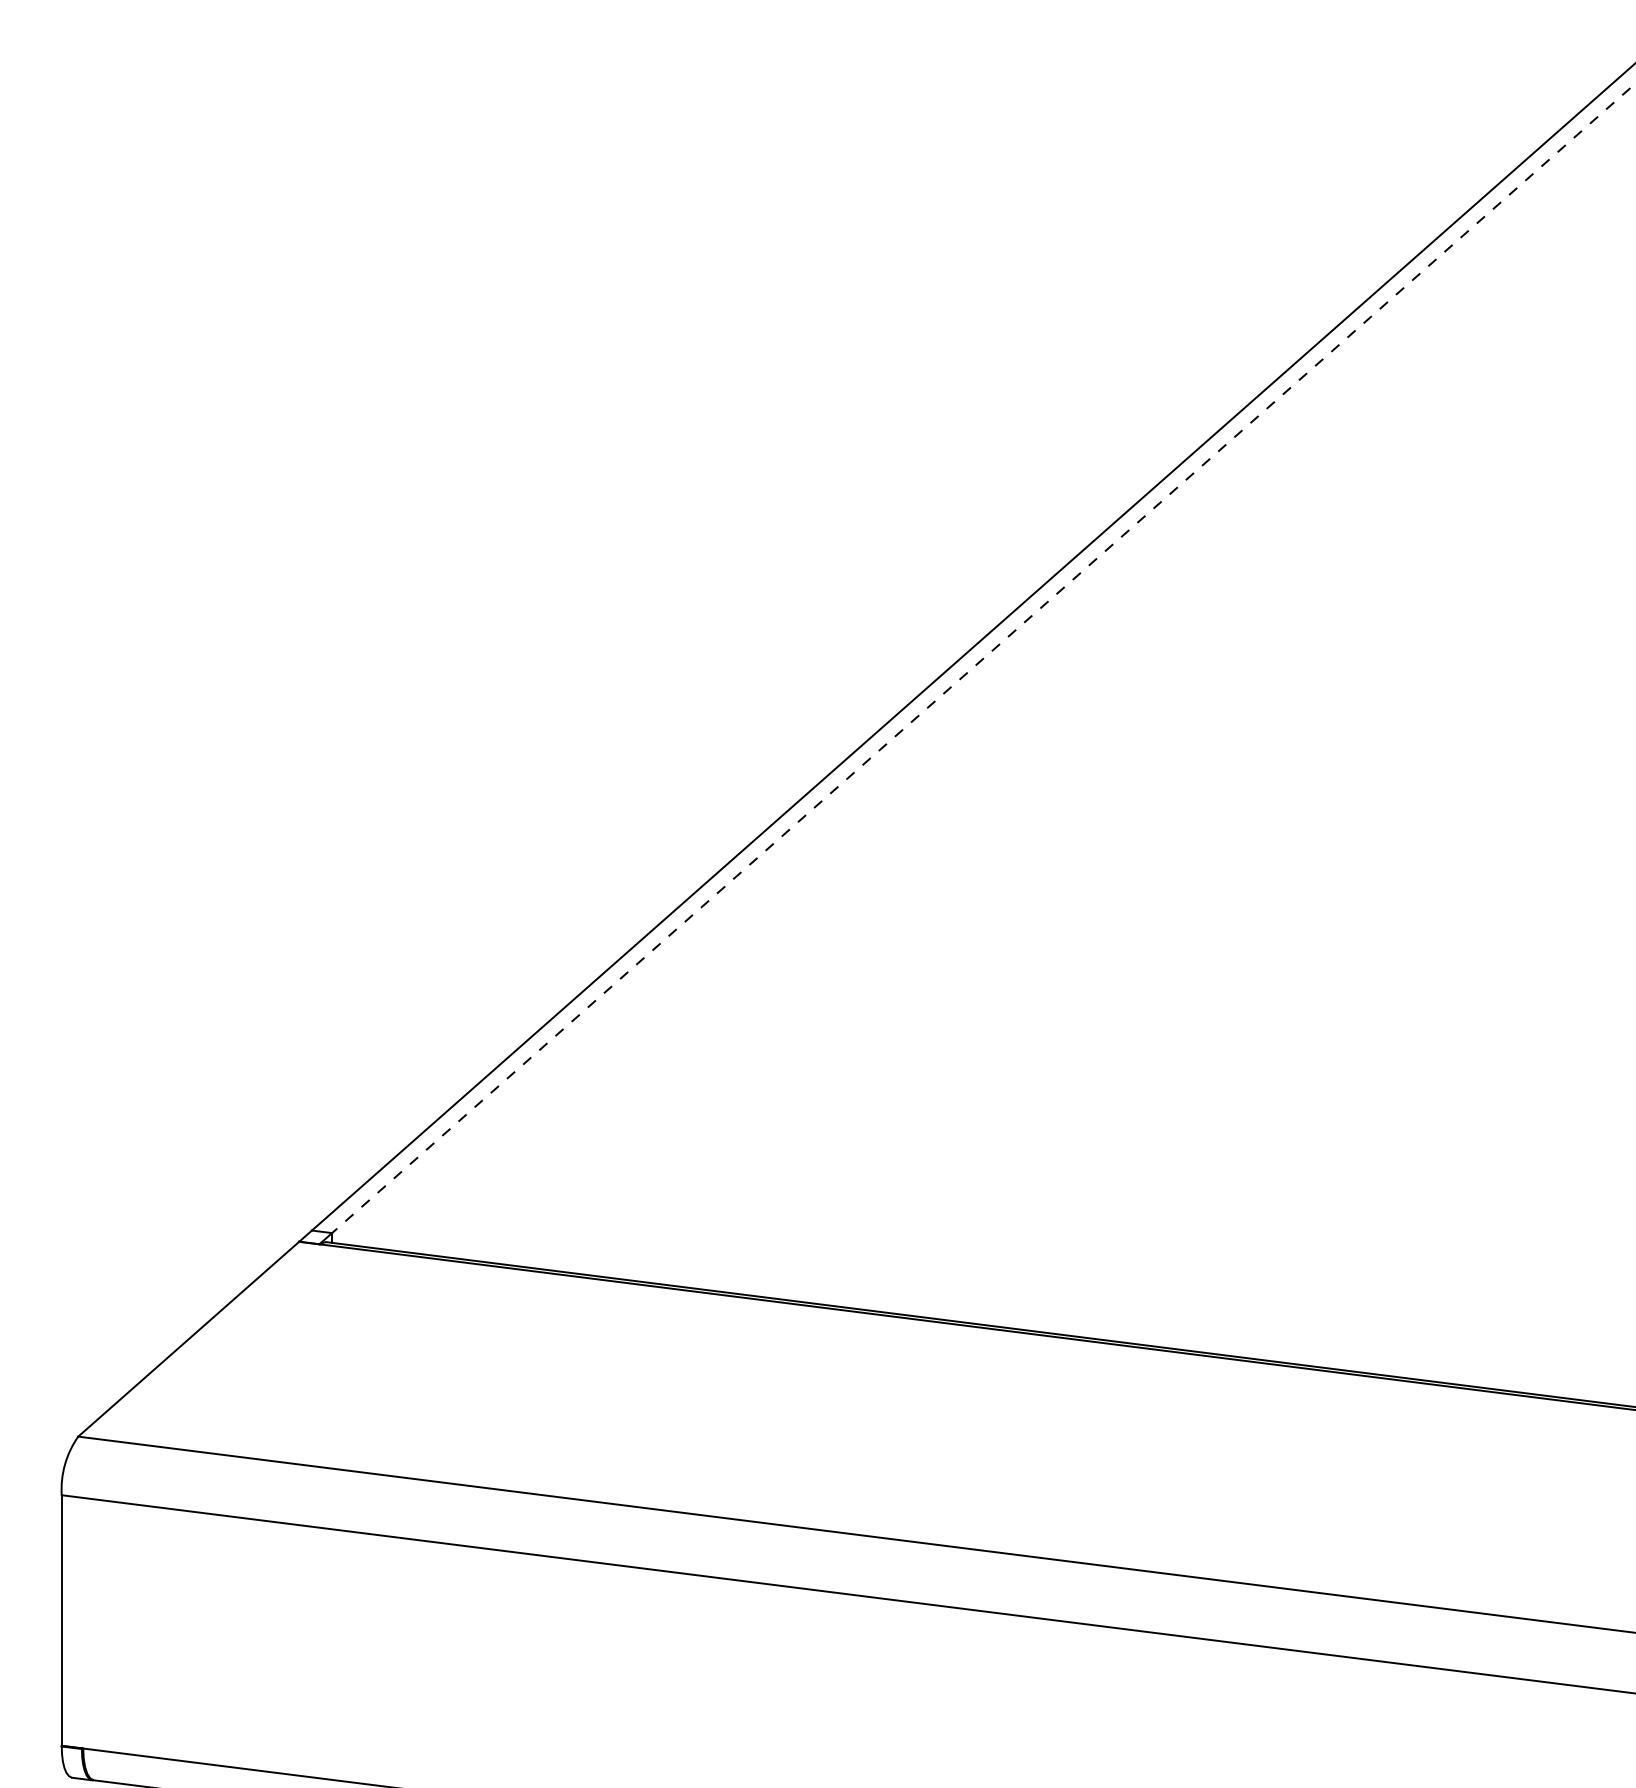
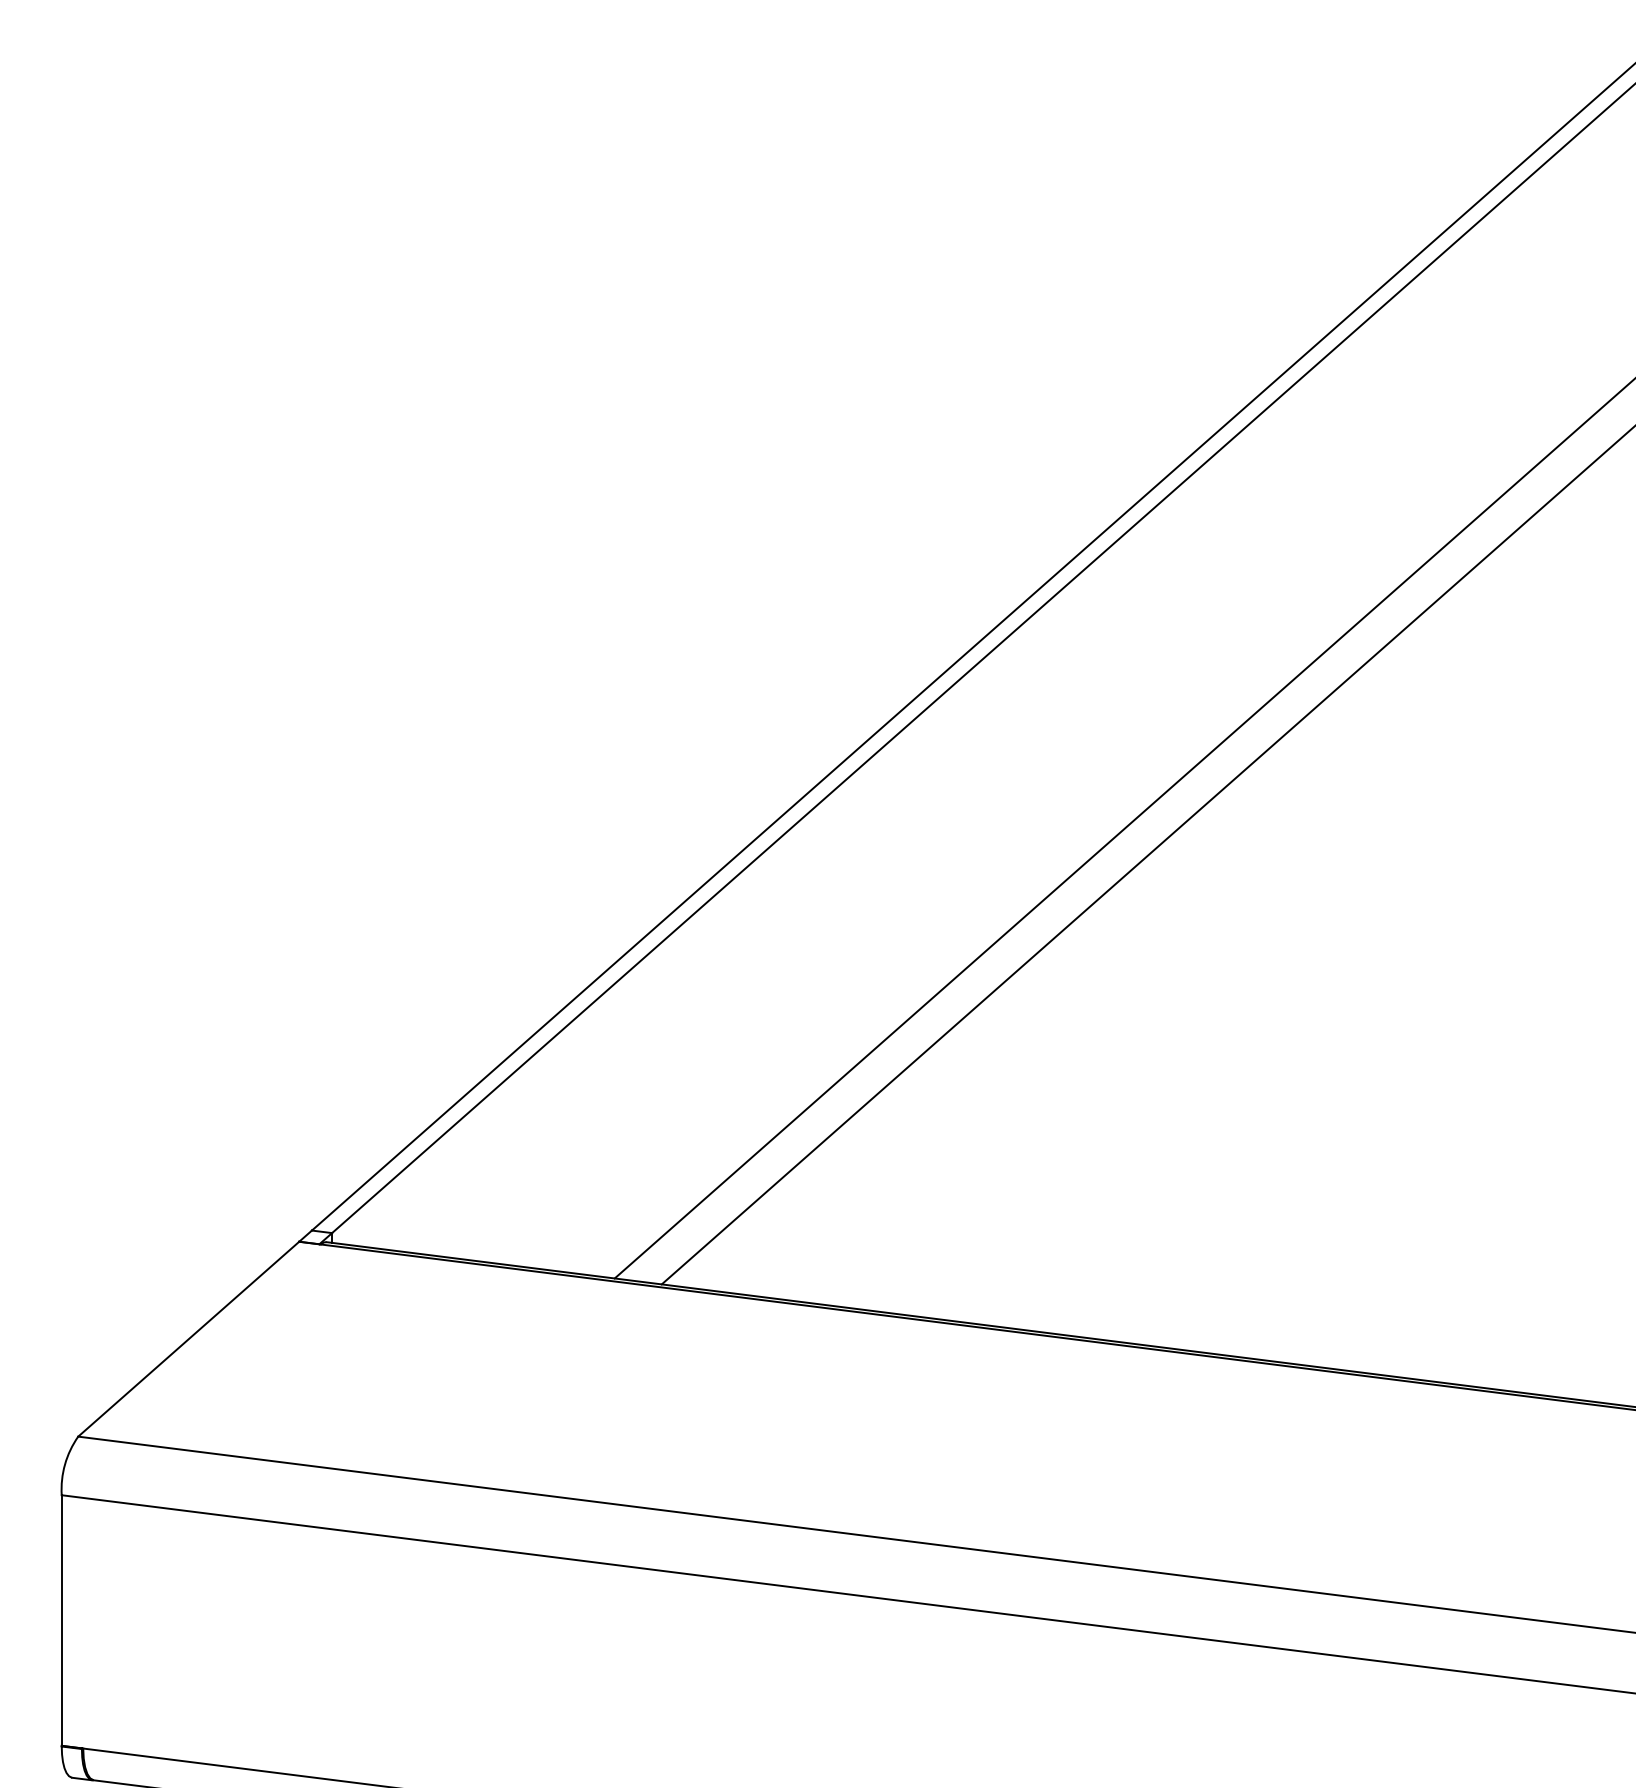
line at (983, 658): dashed -> solid
line at (1123, 829): none -> present
line at (1146, 856): none -> present
